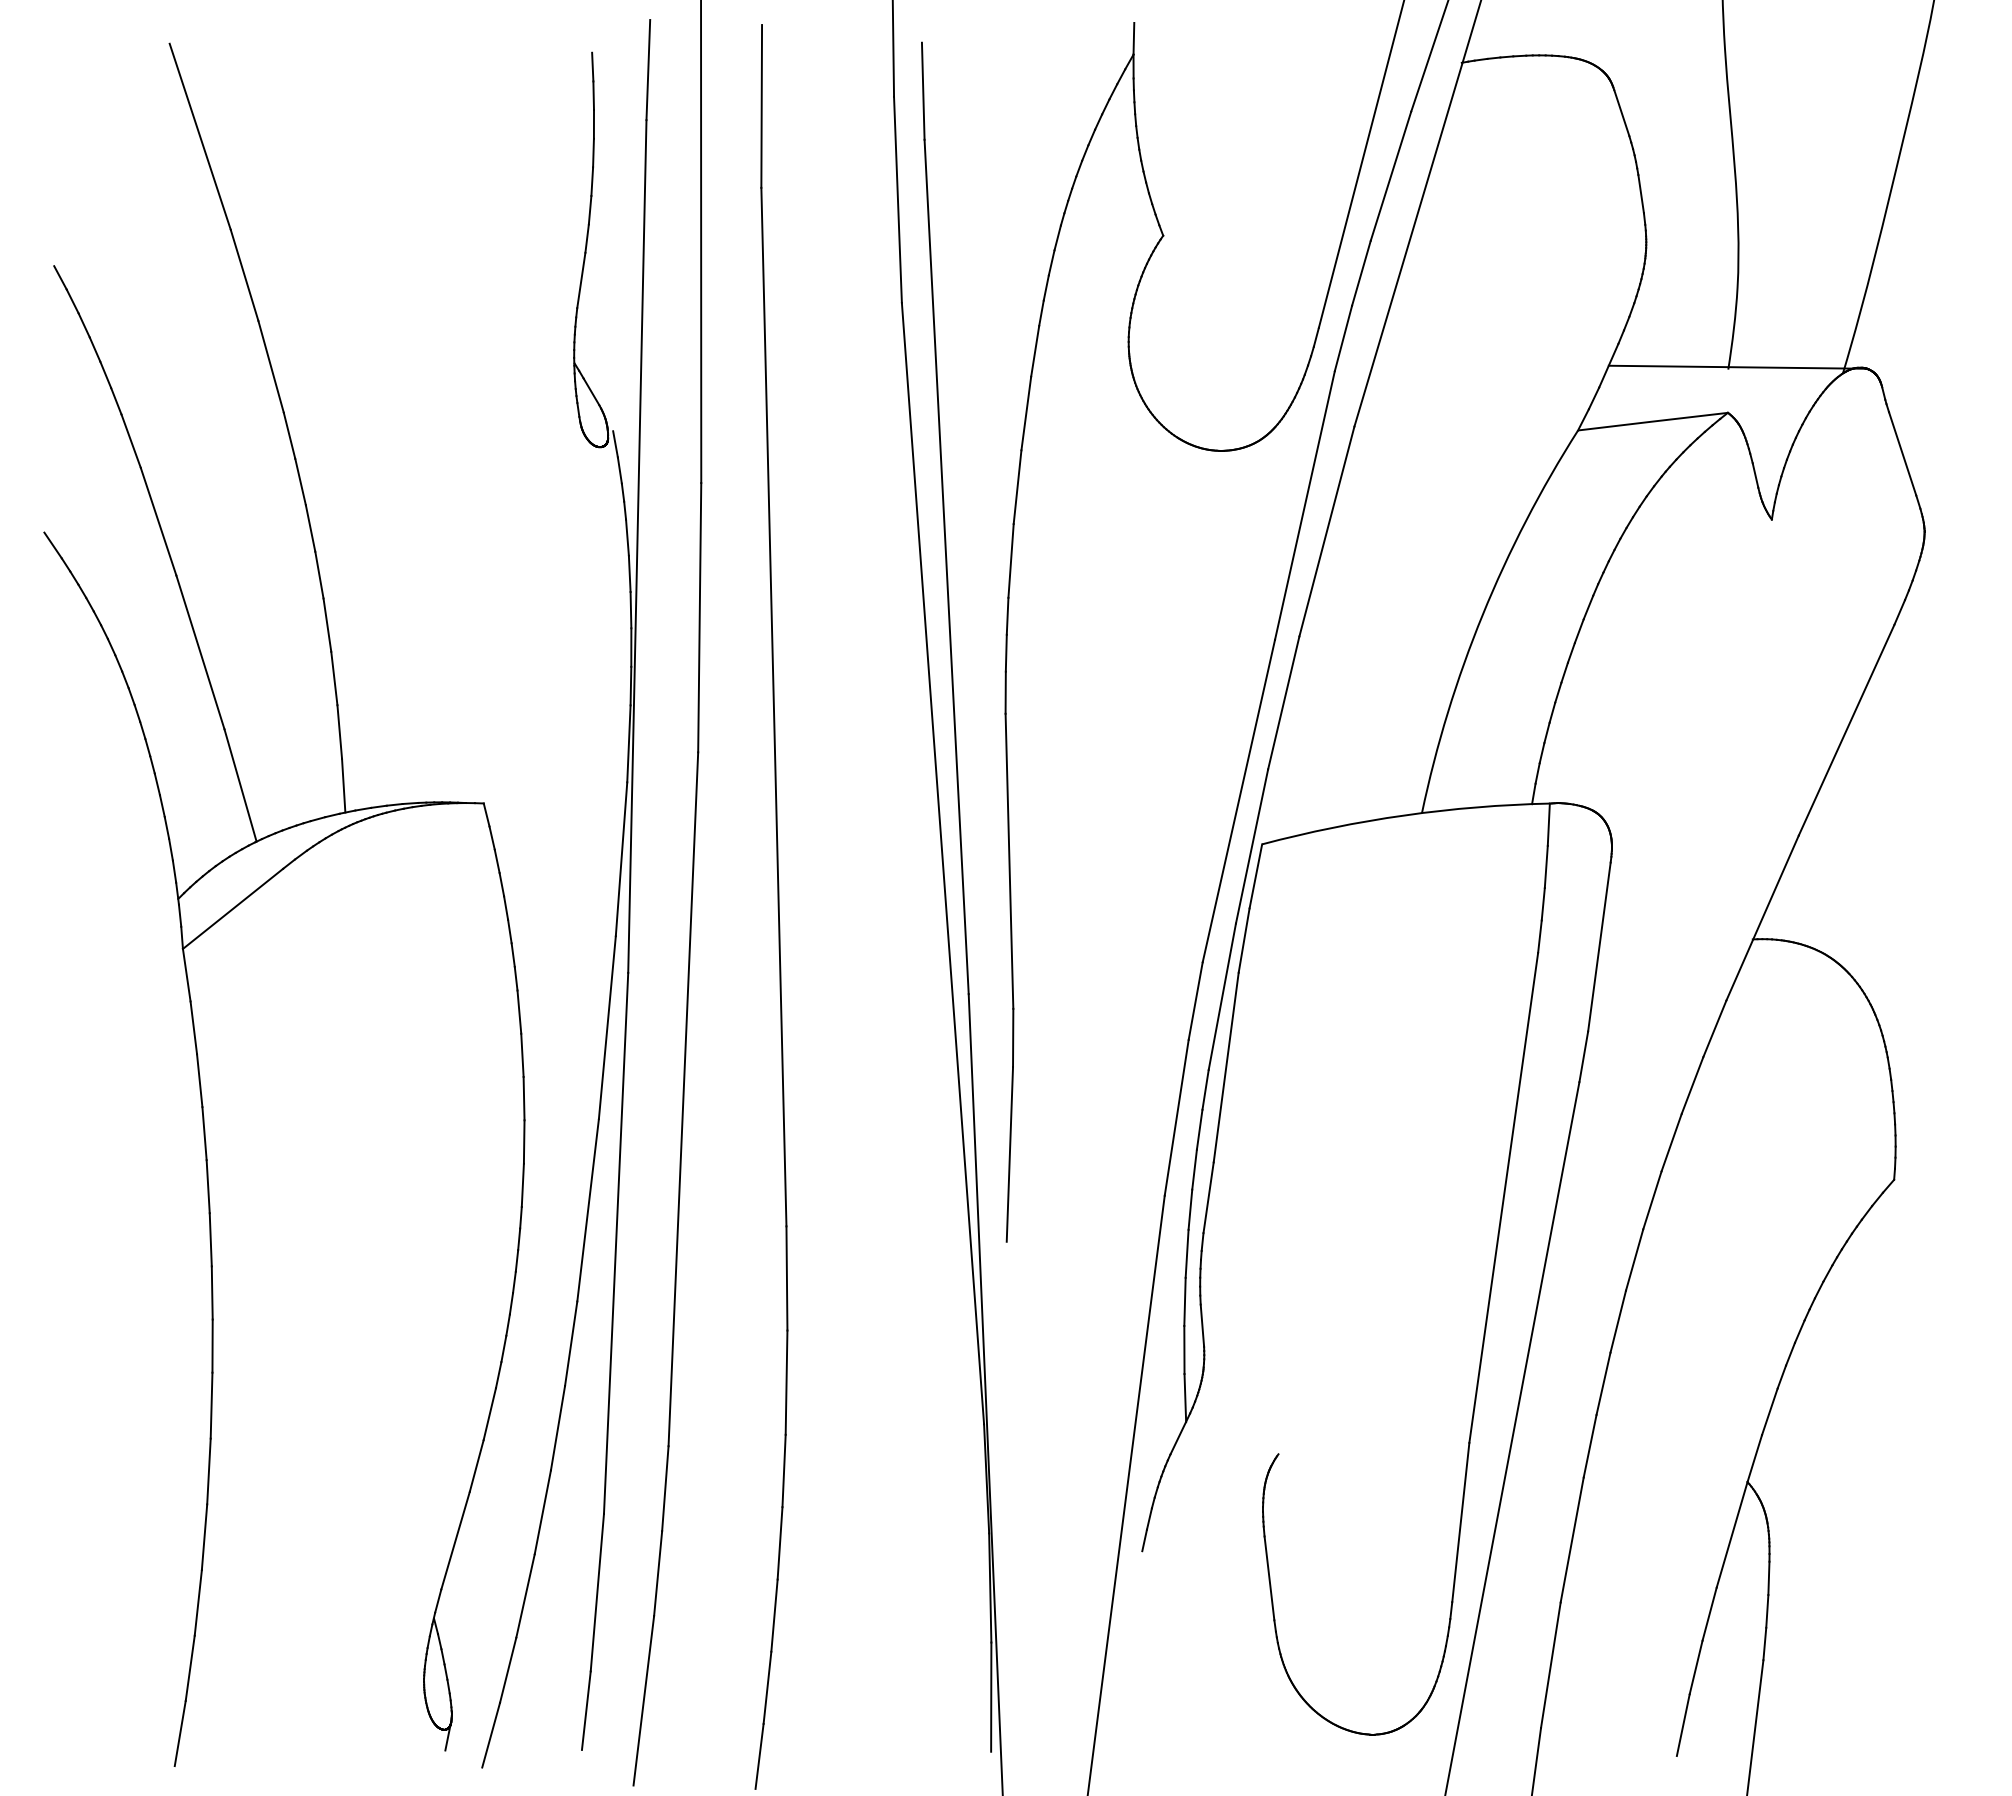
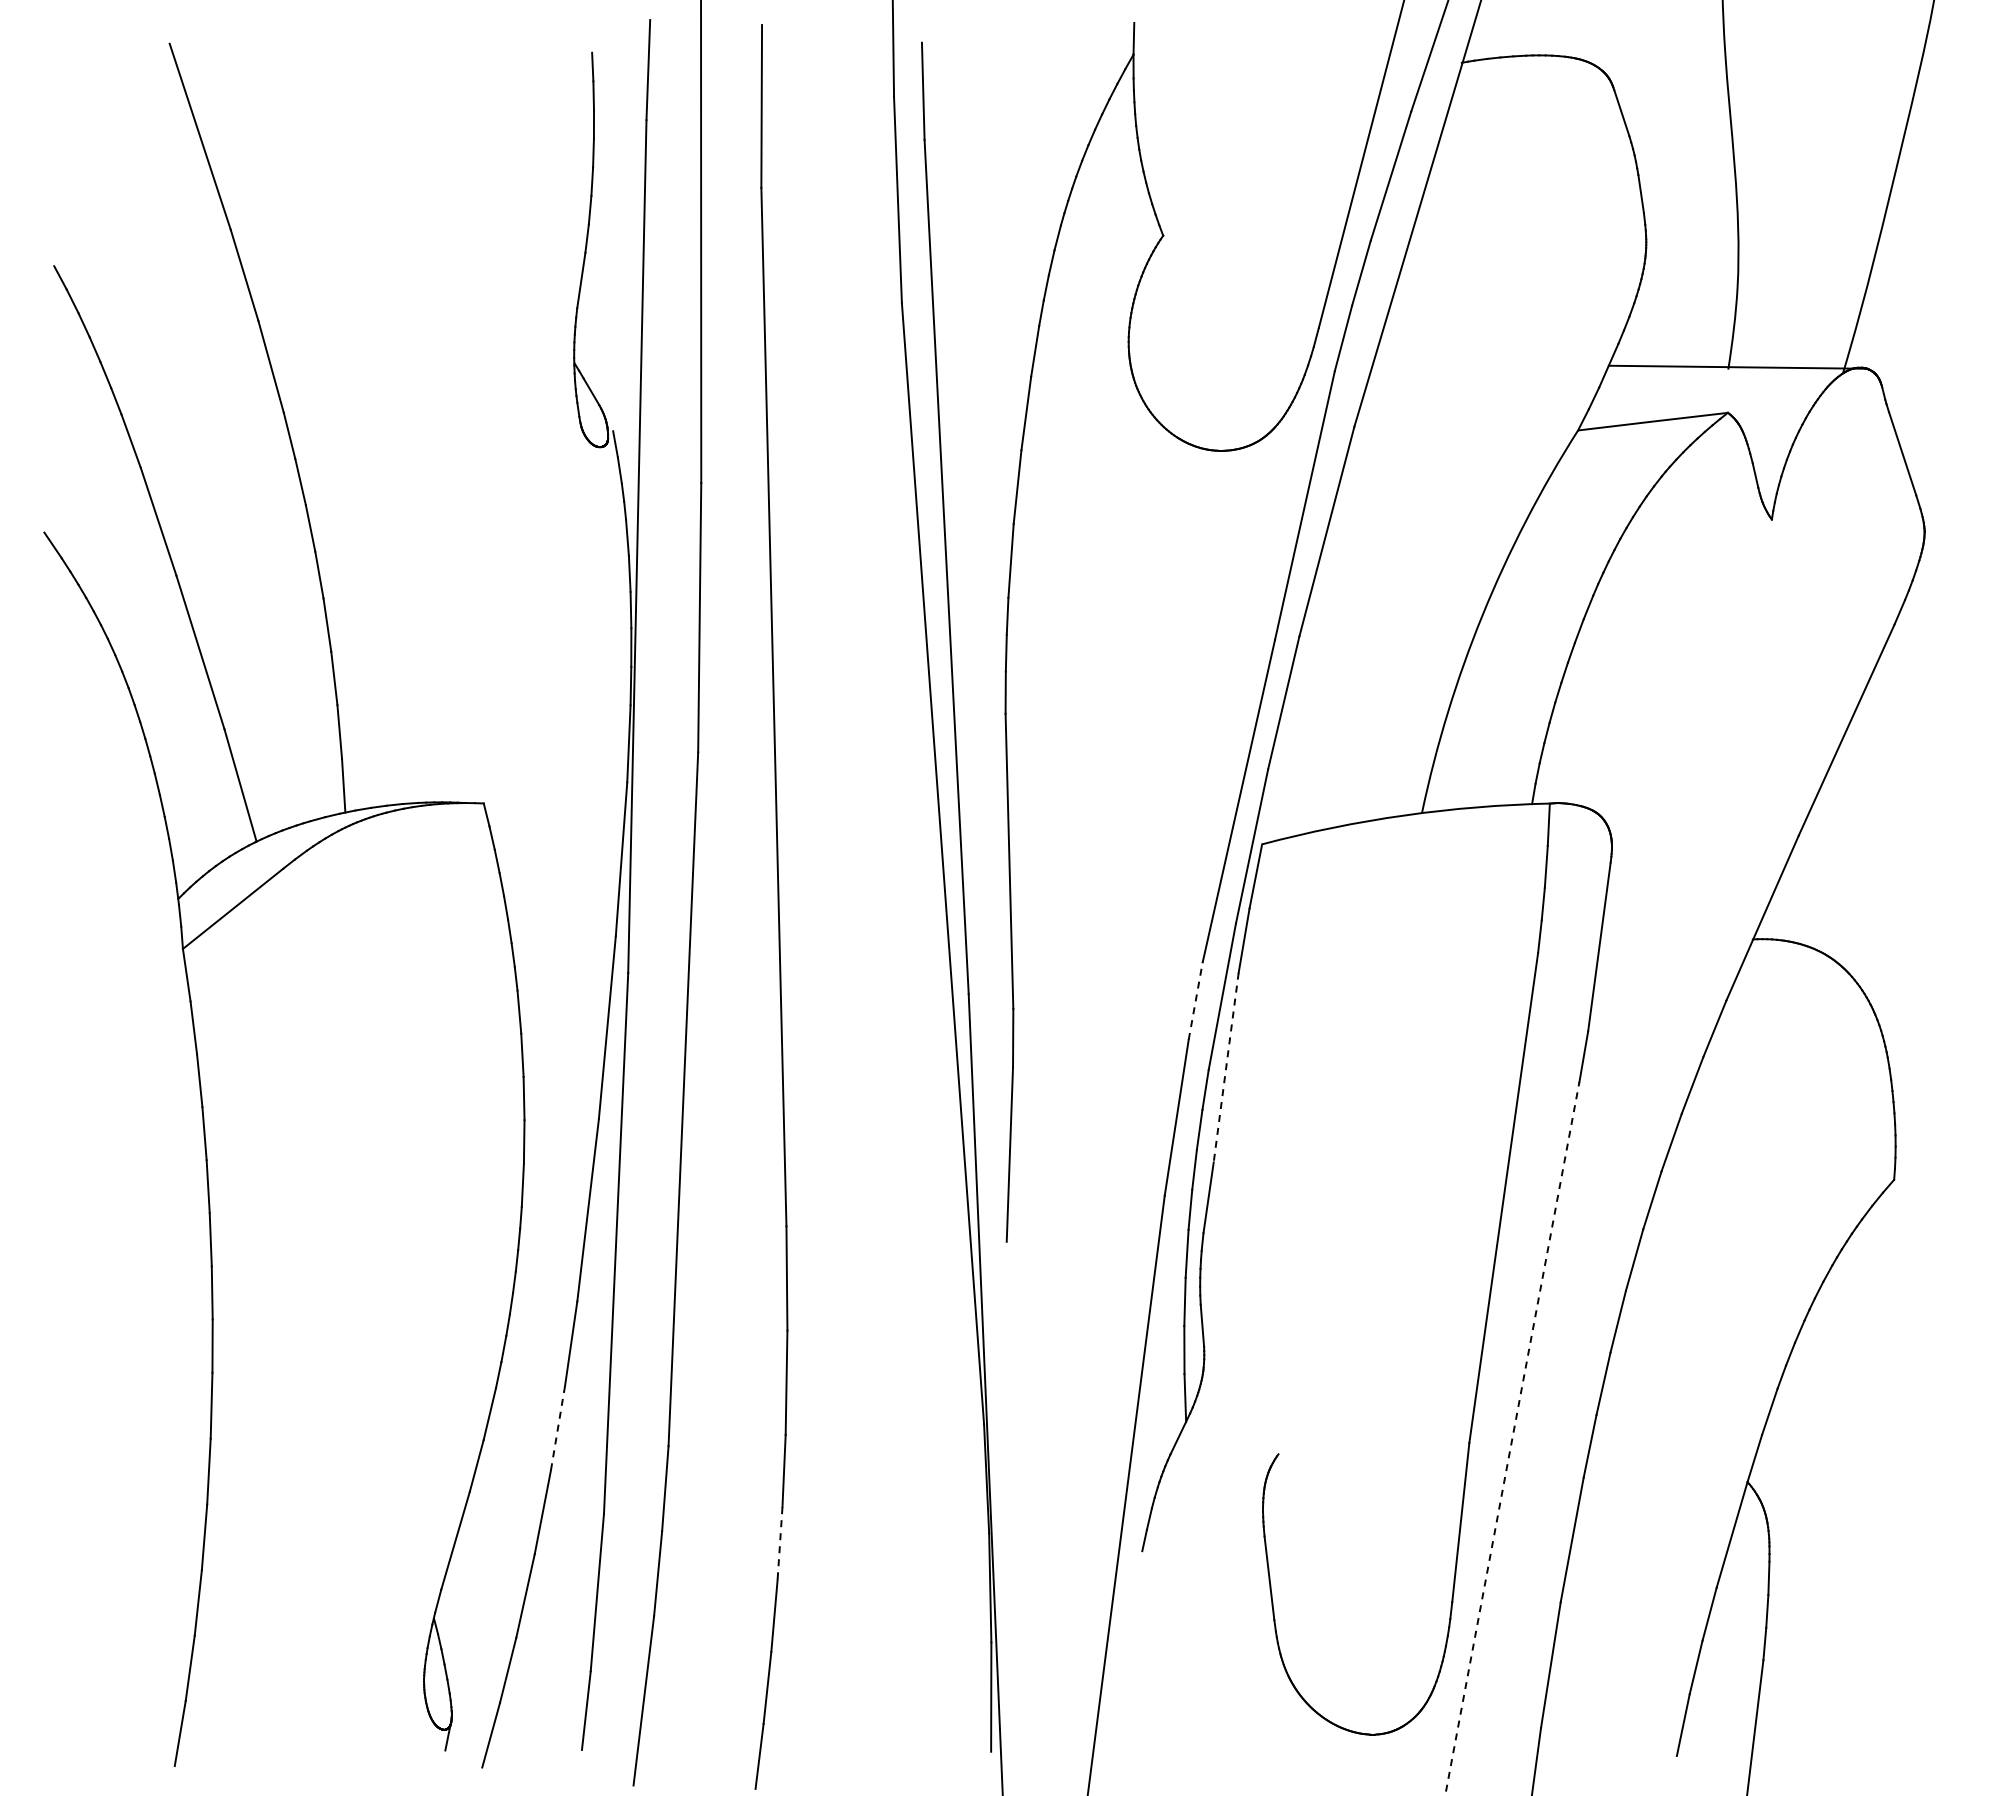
line at (1195, 1000): solid -> dashed
line at (1226, 1067): solid -> dashed
line at (557, 1428): solid -> dashed
line at (1512, 1438): solid -> dashed
line at (780, 1543): solid -> dashed
